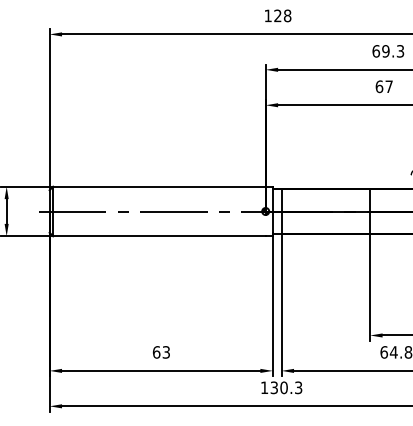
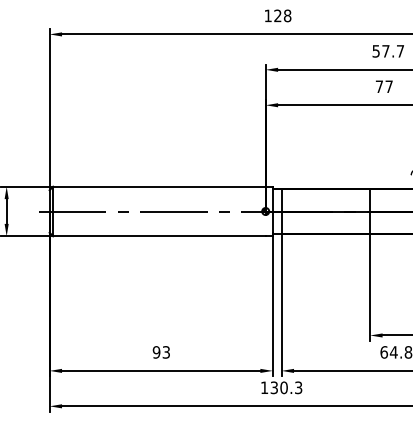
text at (388, 51): 69.3 -> 57.7
text at (379, 86): 67 -> 77
text at (156, 352): 63 -> 93
